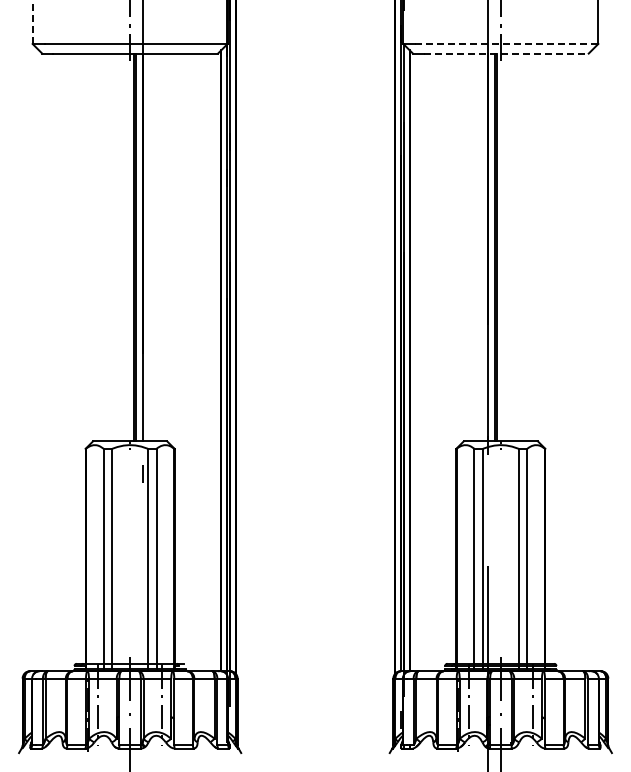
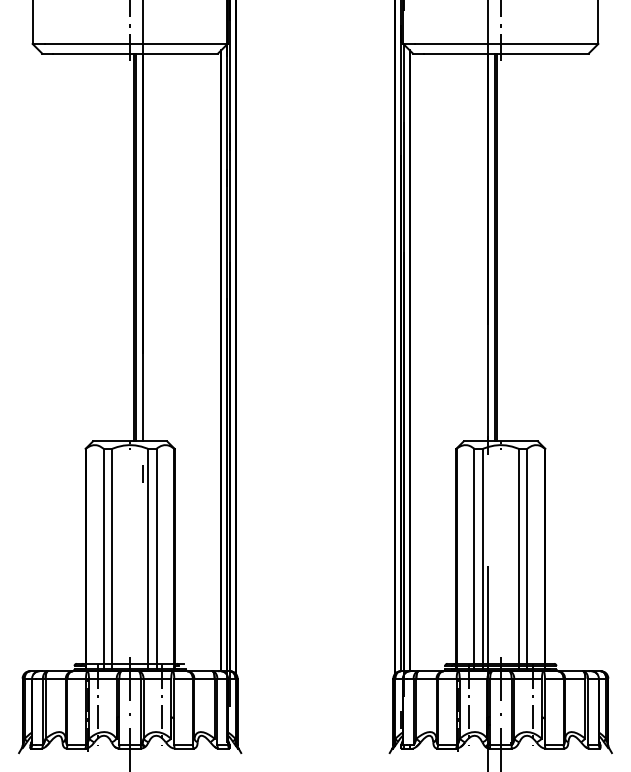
line at (32, 22): dashed -> solid
line at (506, 43): dashed -> solid
line at (506, 53): dashed -> solid
